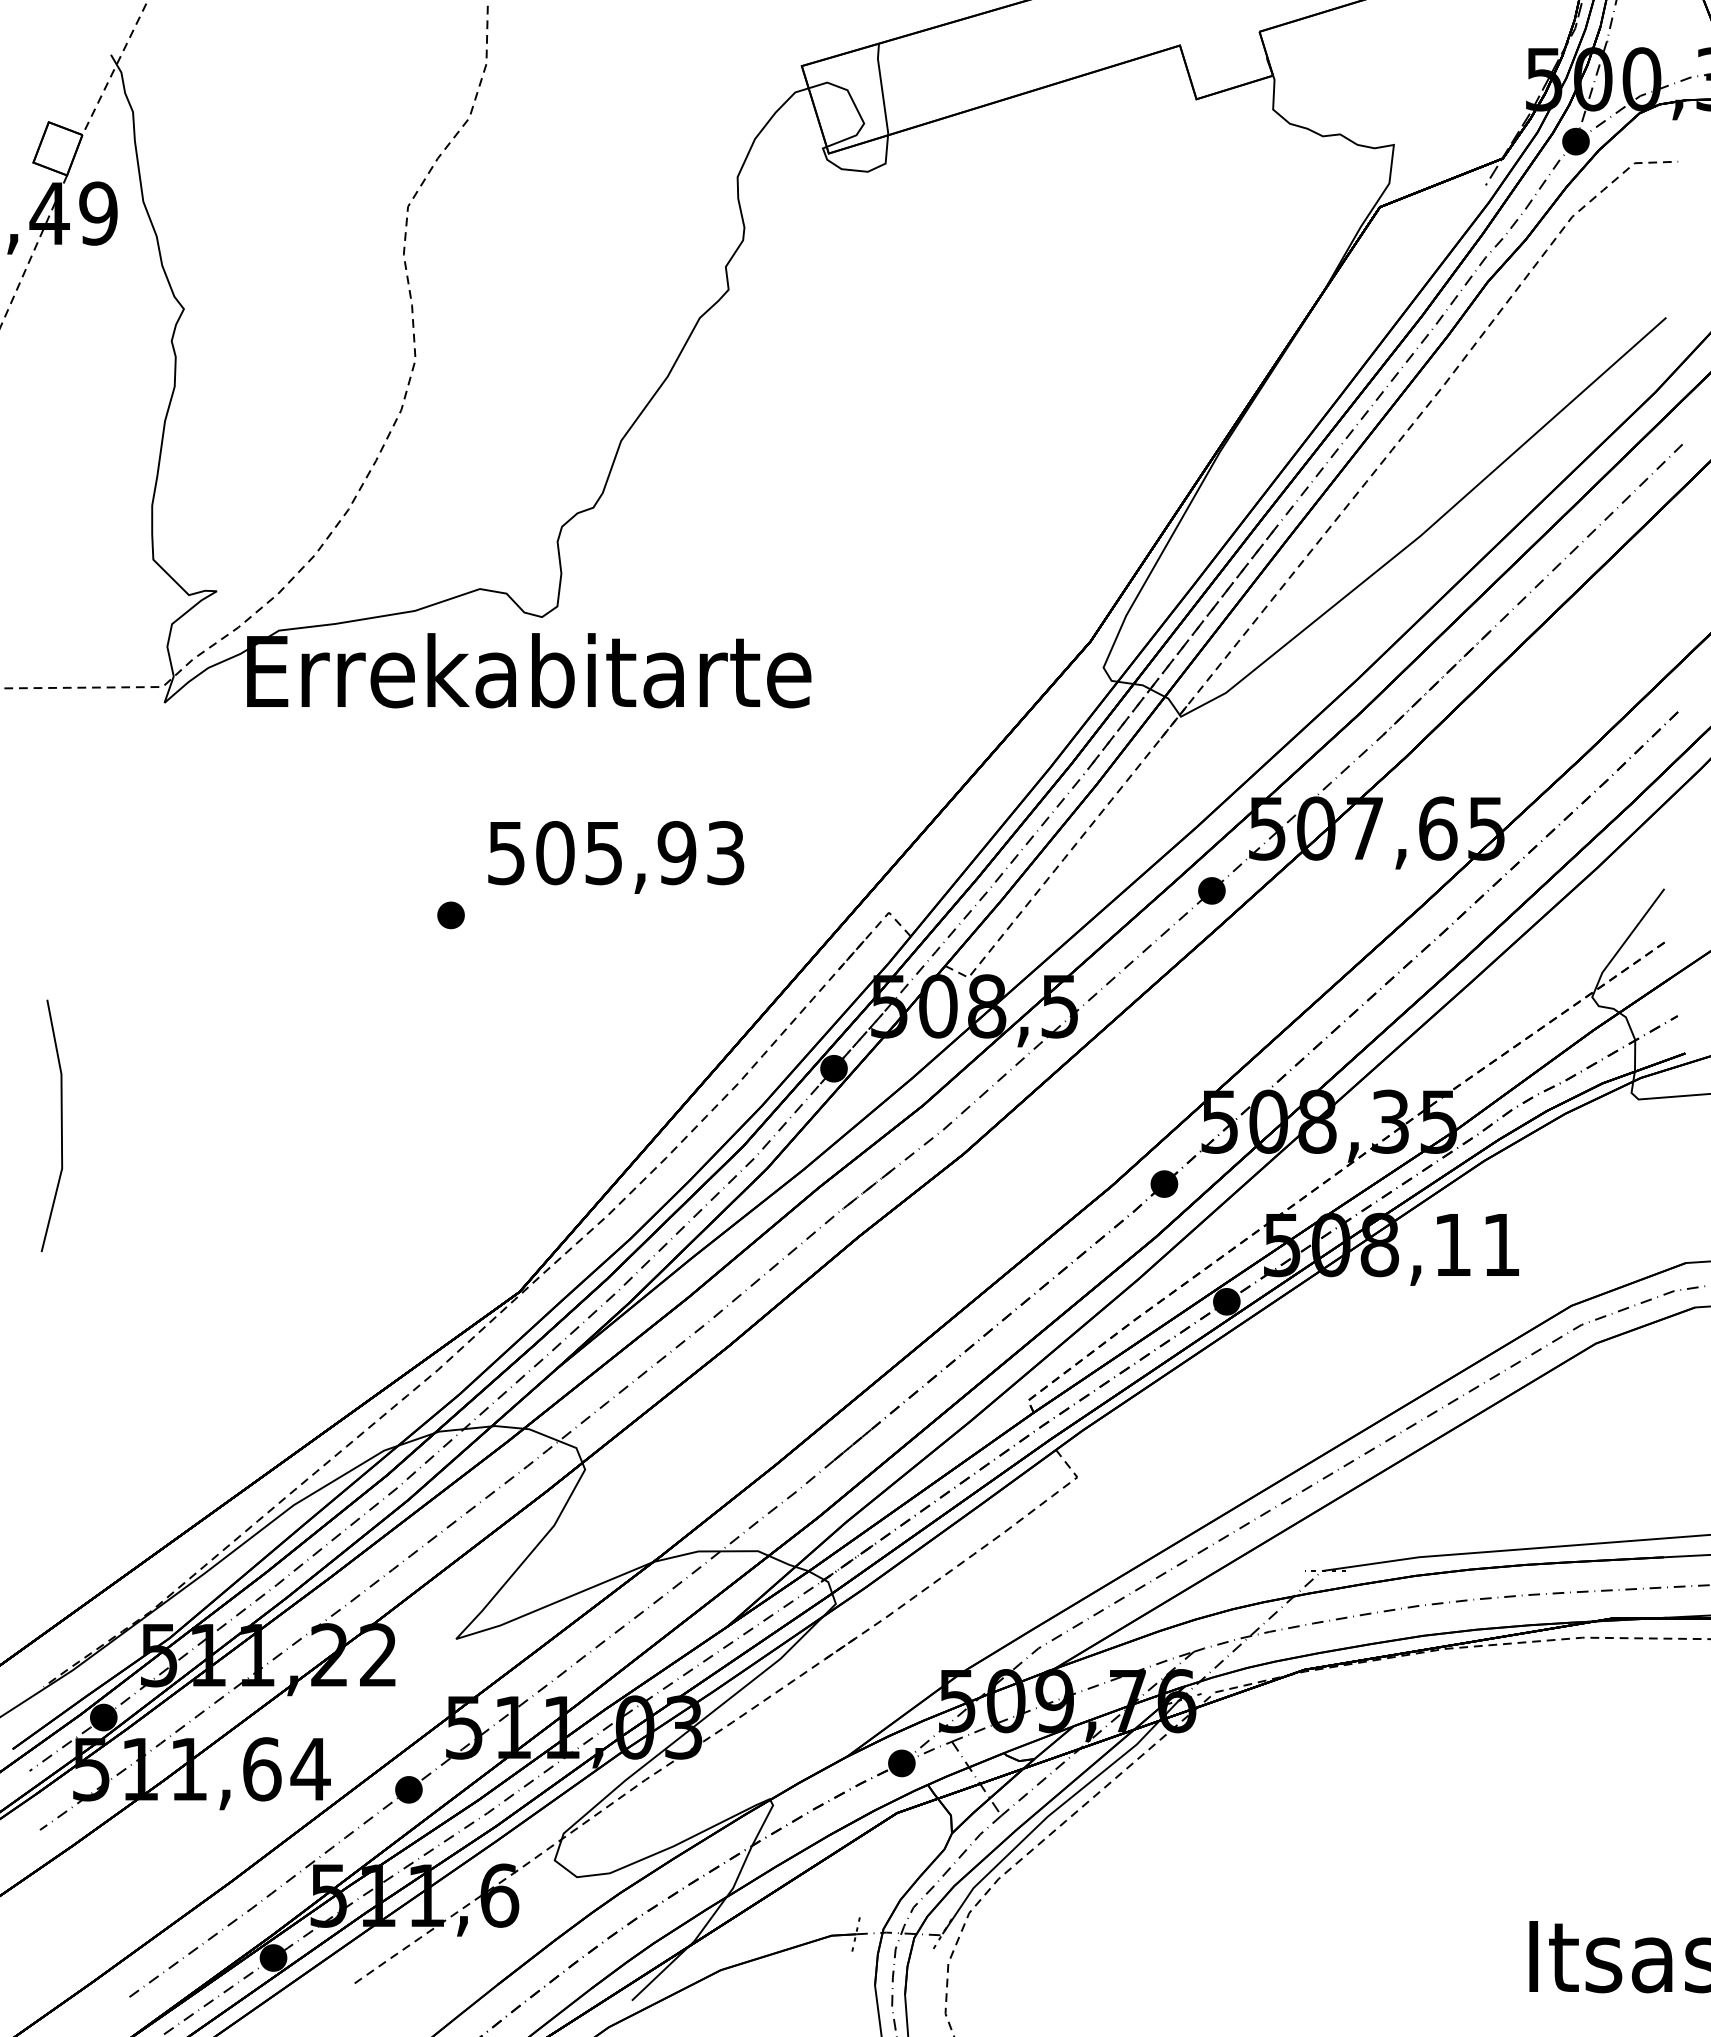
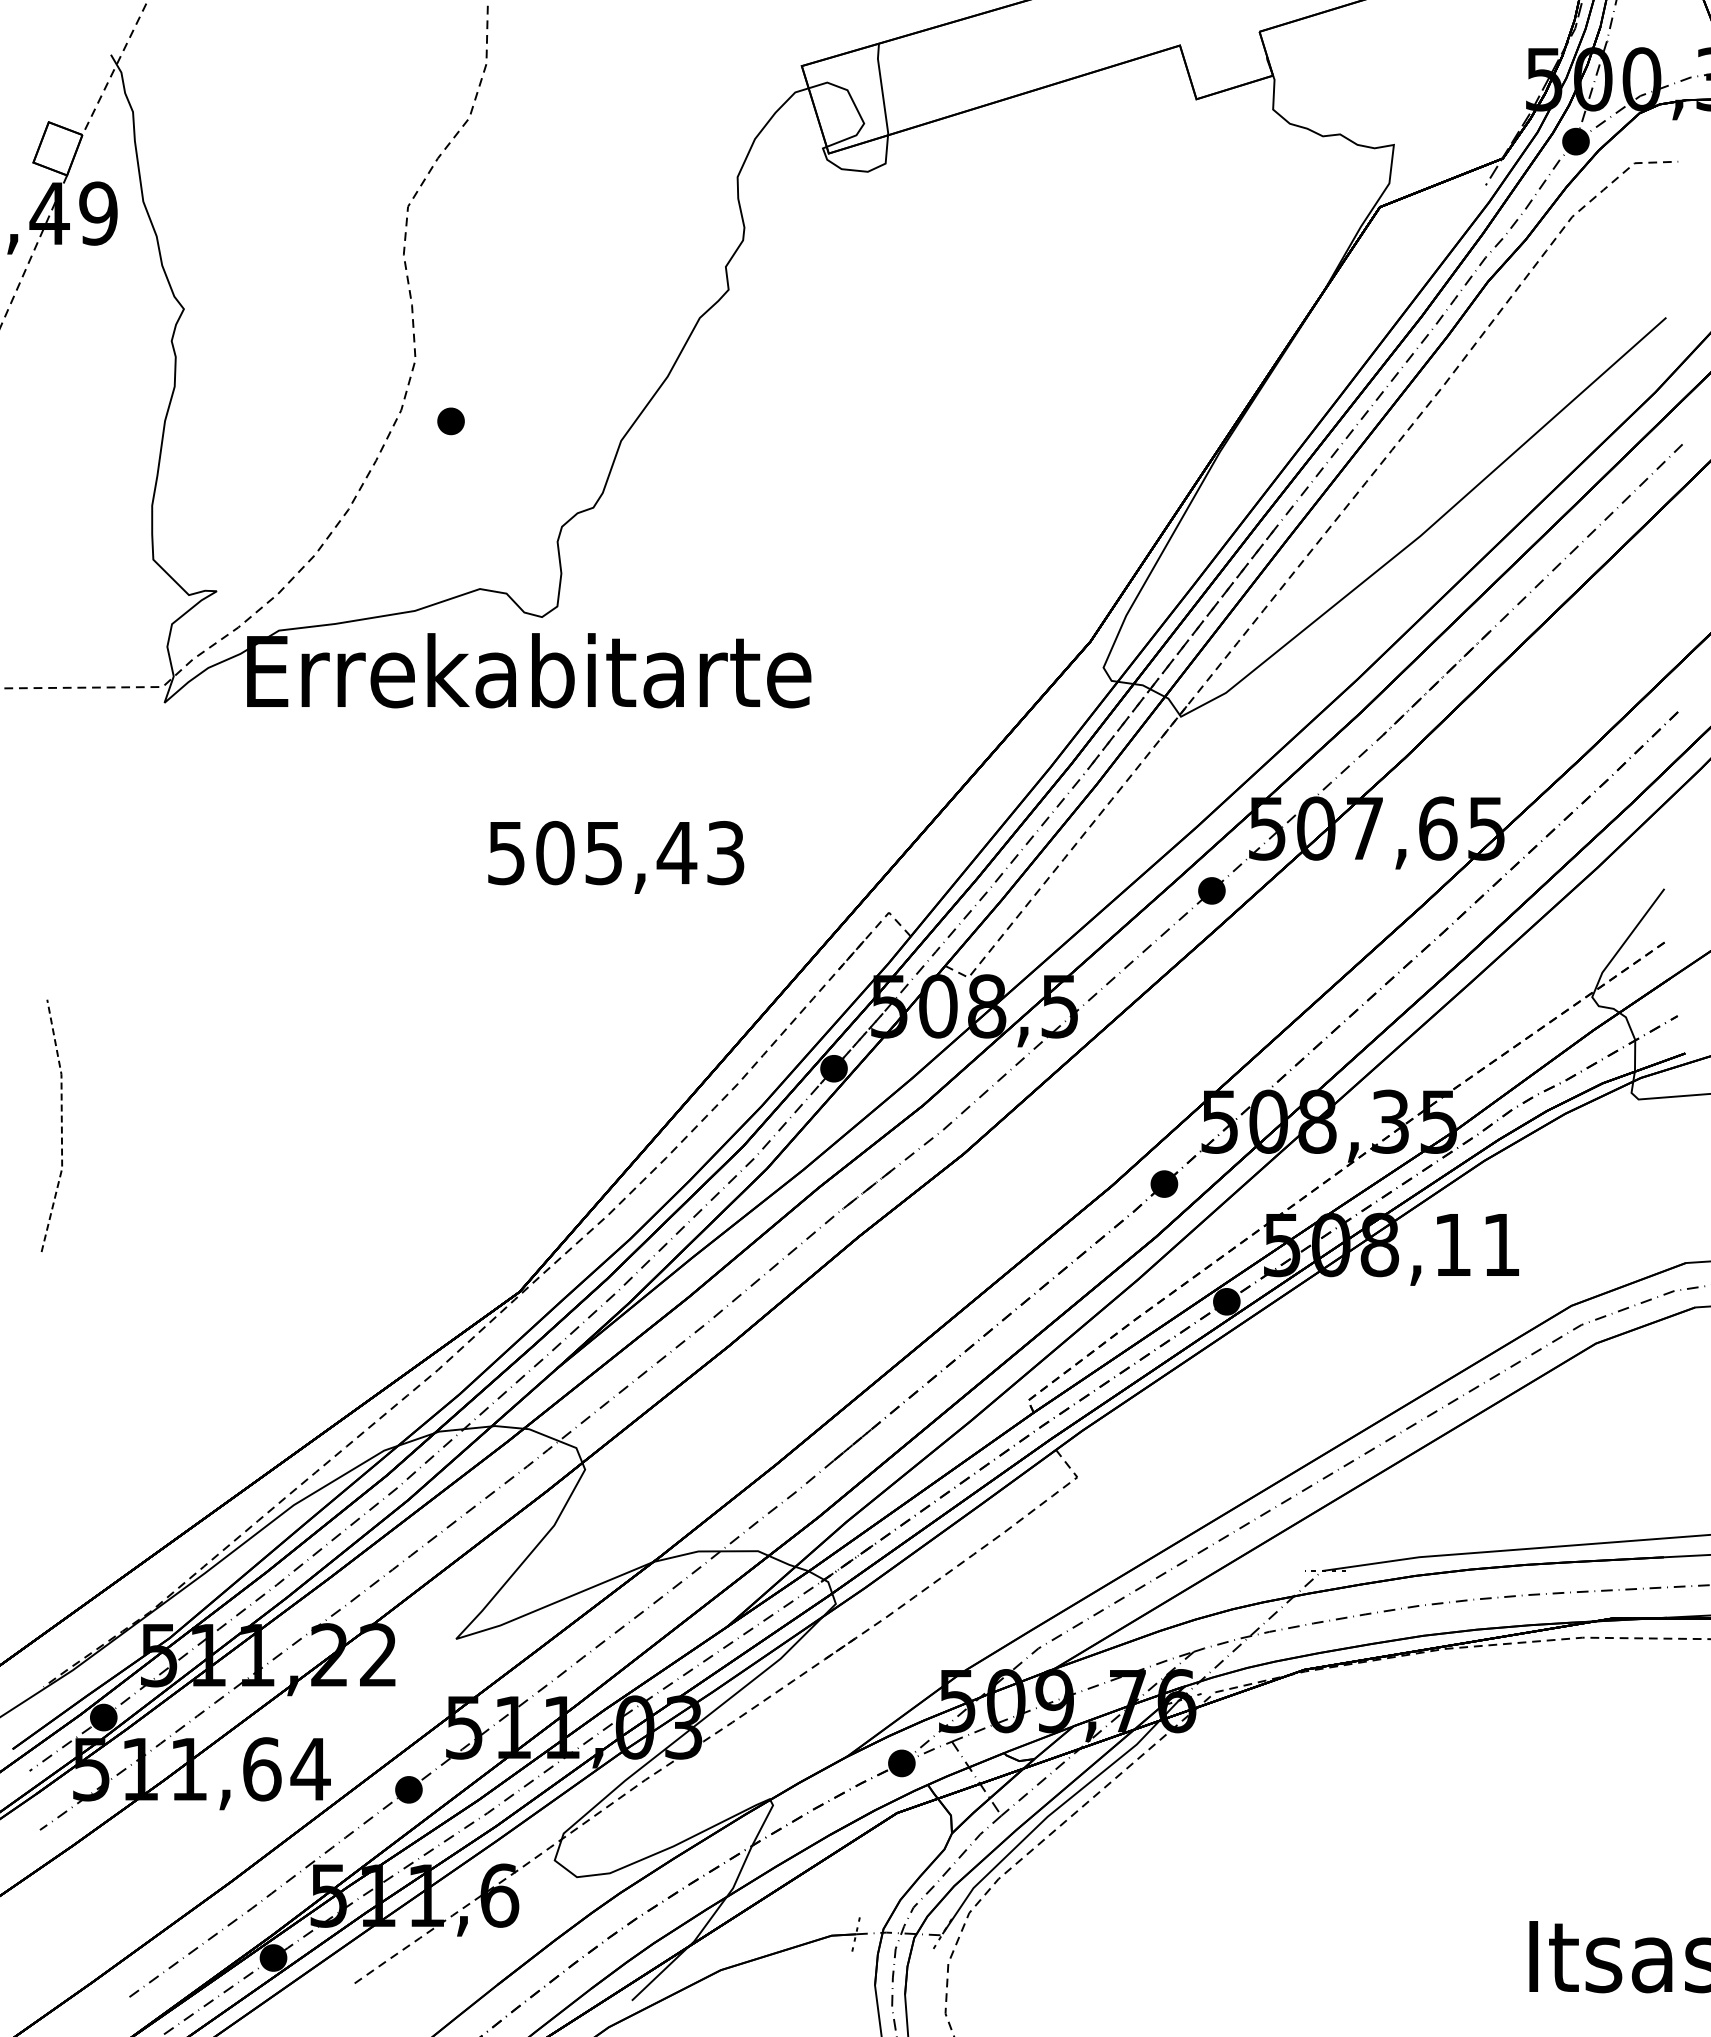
text at (676, 853): 505,93 -> 505,43
part at (450, 915) position: (450, 915) -> (450, 421)
line at (61, 1126): solid -> dashed
